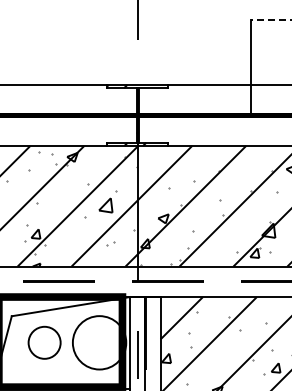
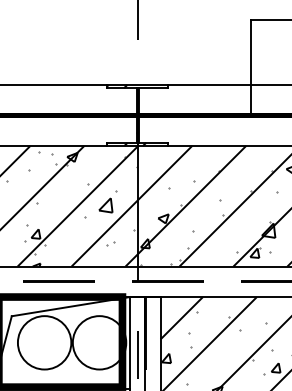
line at (271, 19): dashed -> solid
circle at (44, 342) diameter: 32 px -> 53 px
